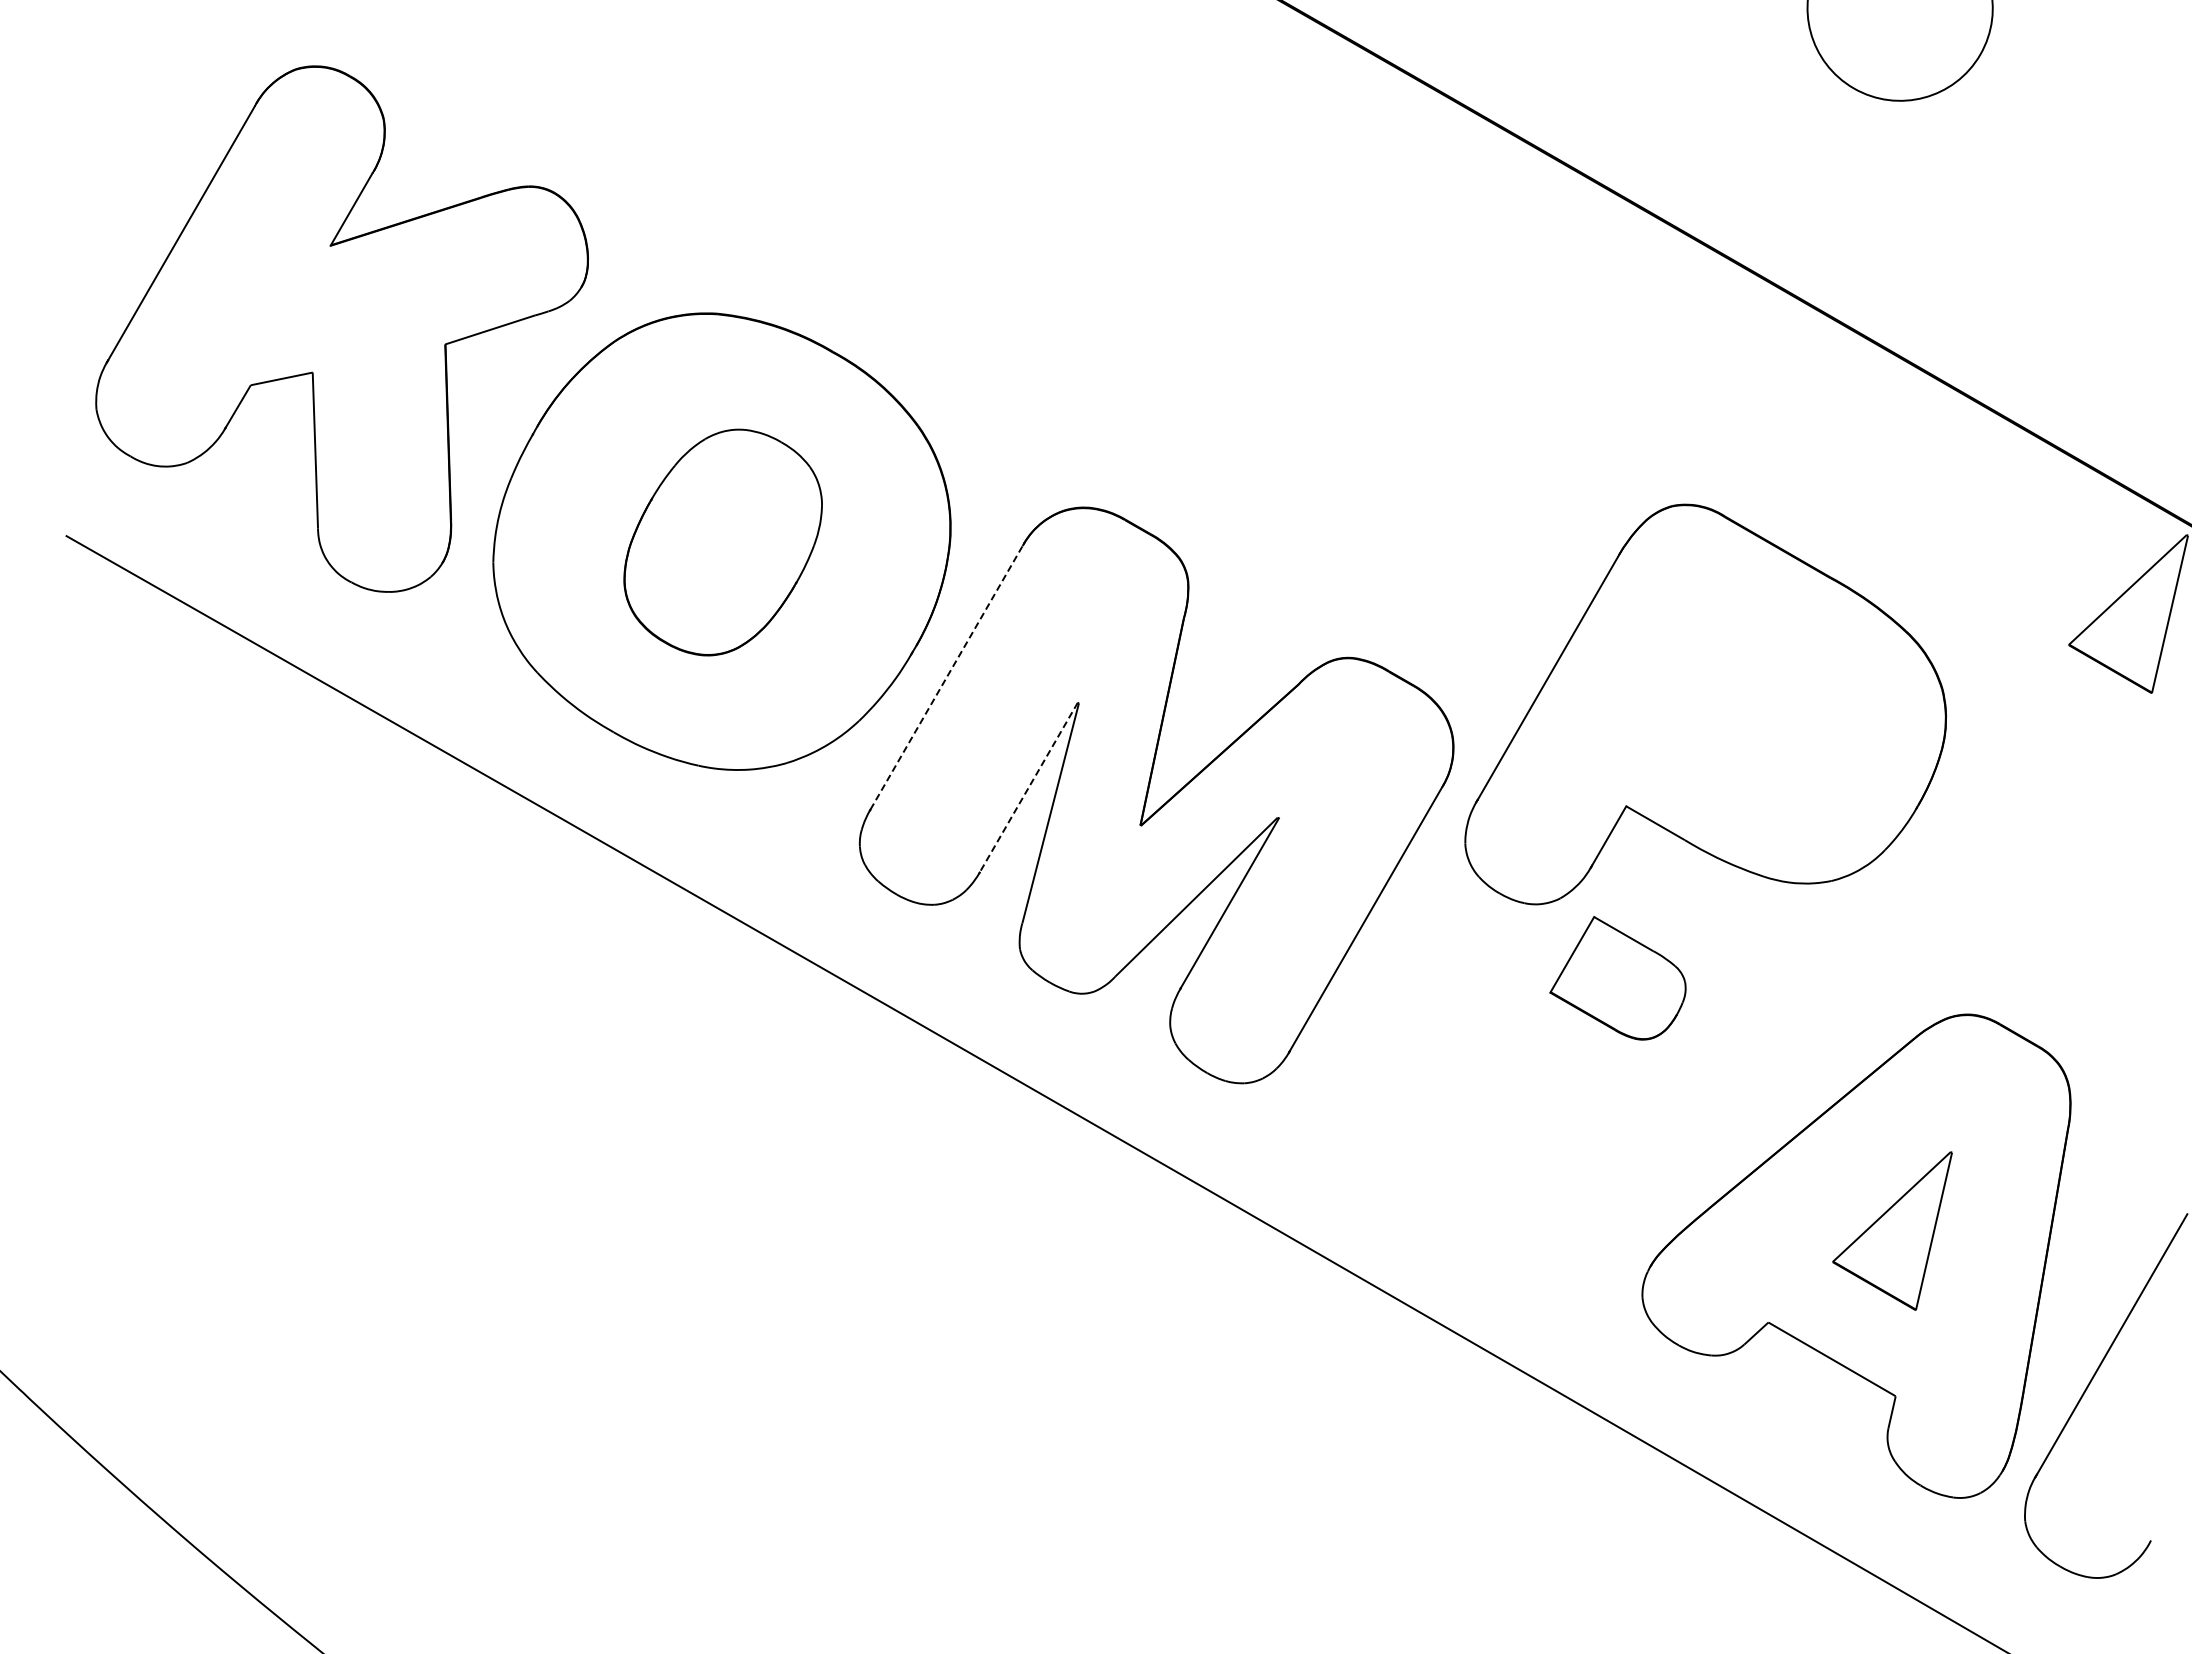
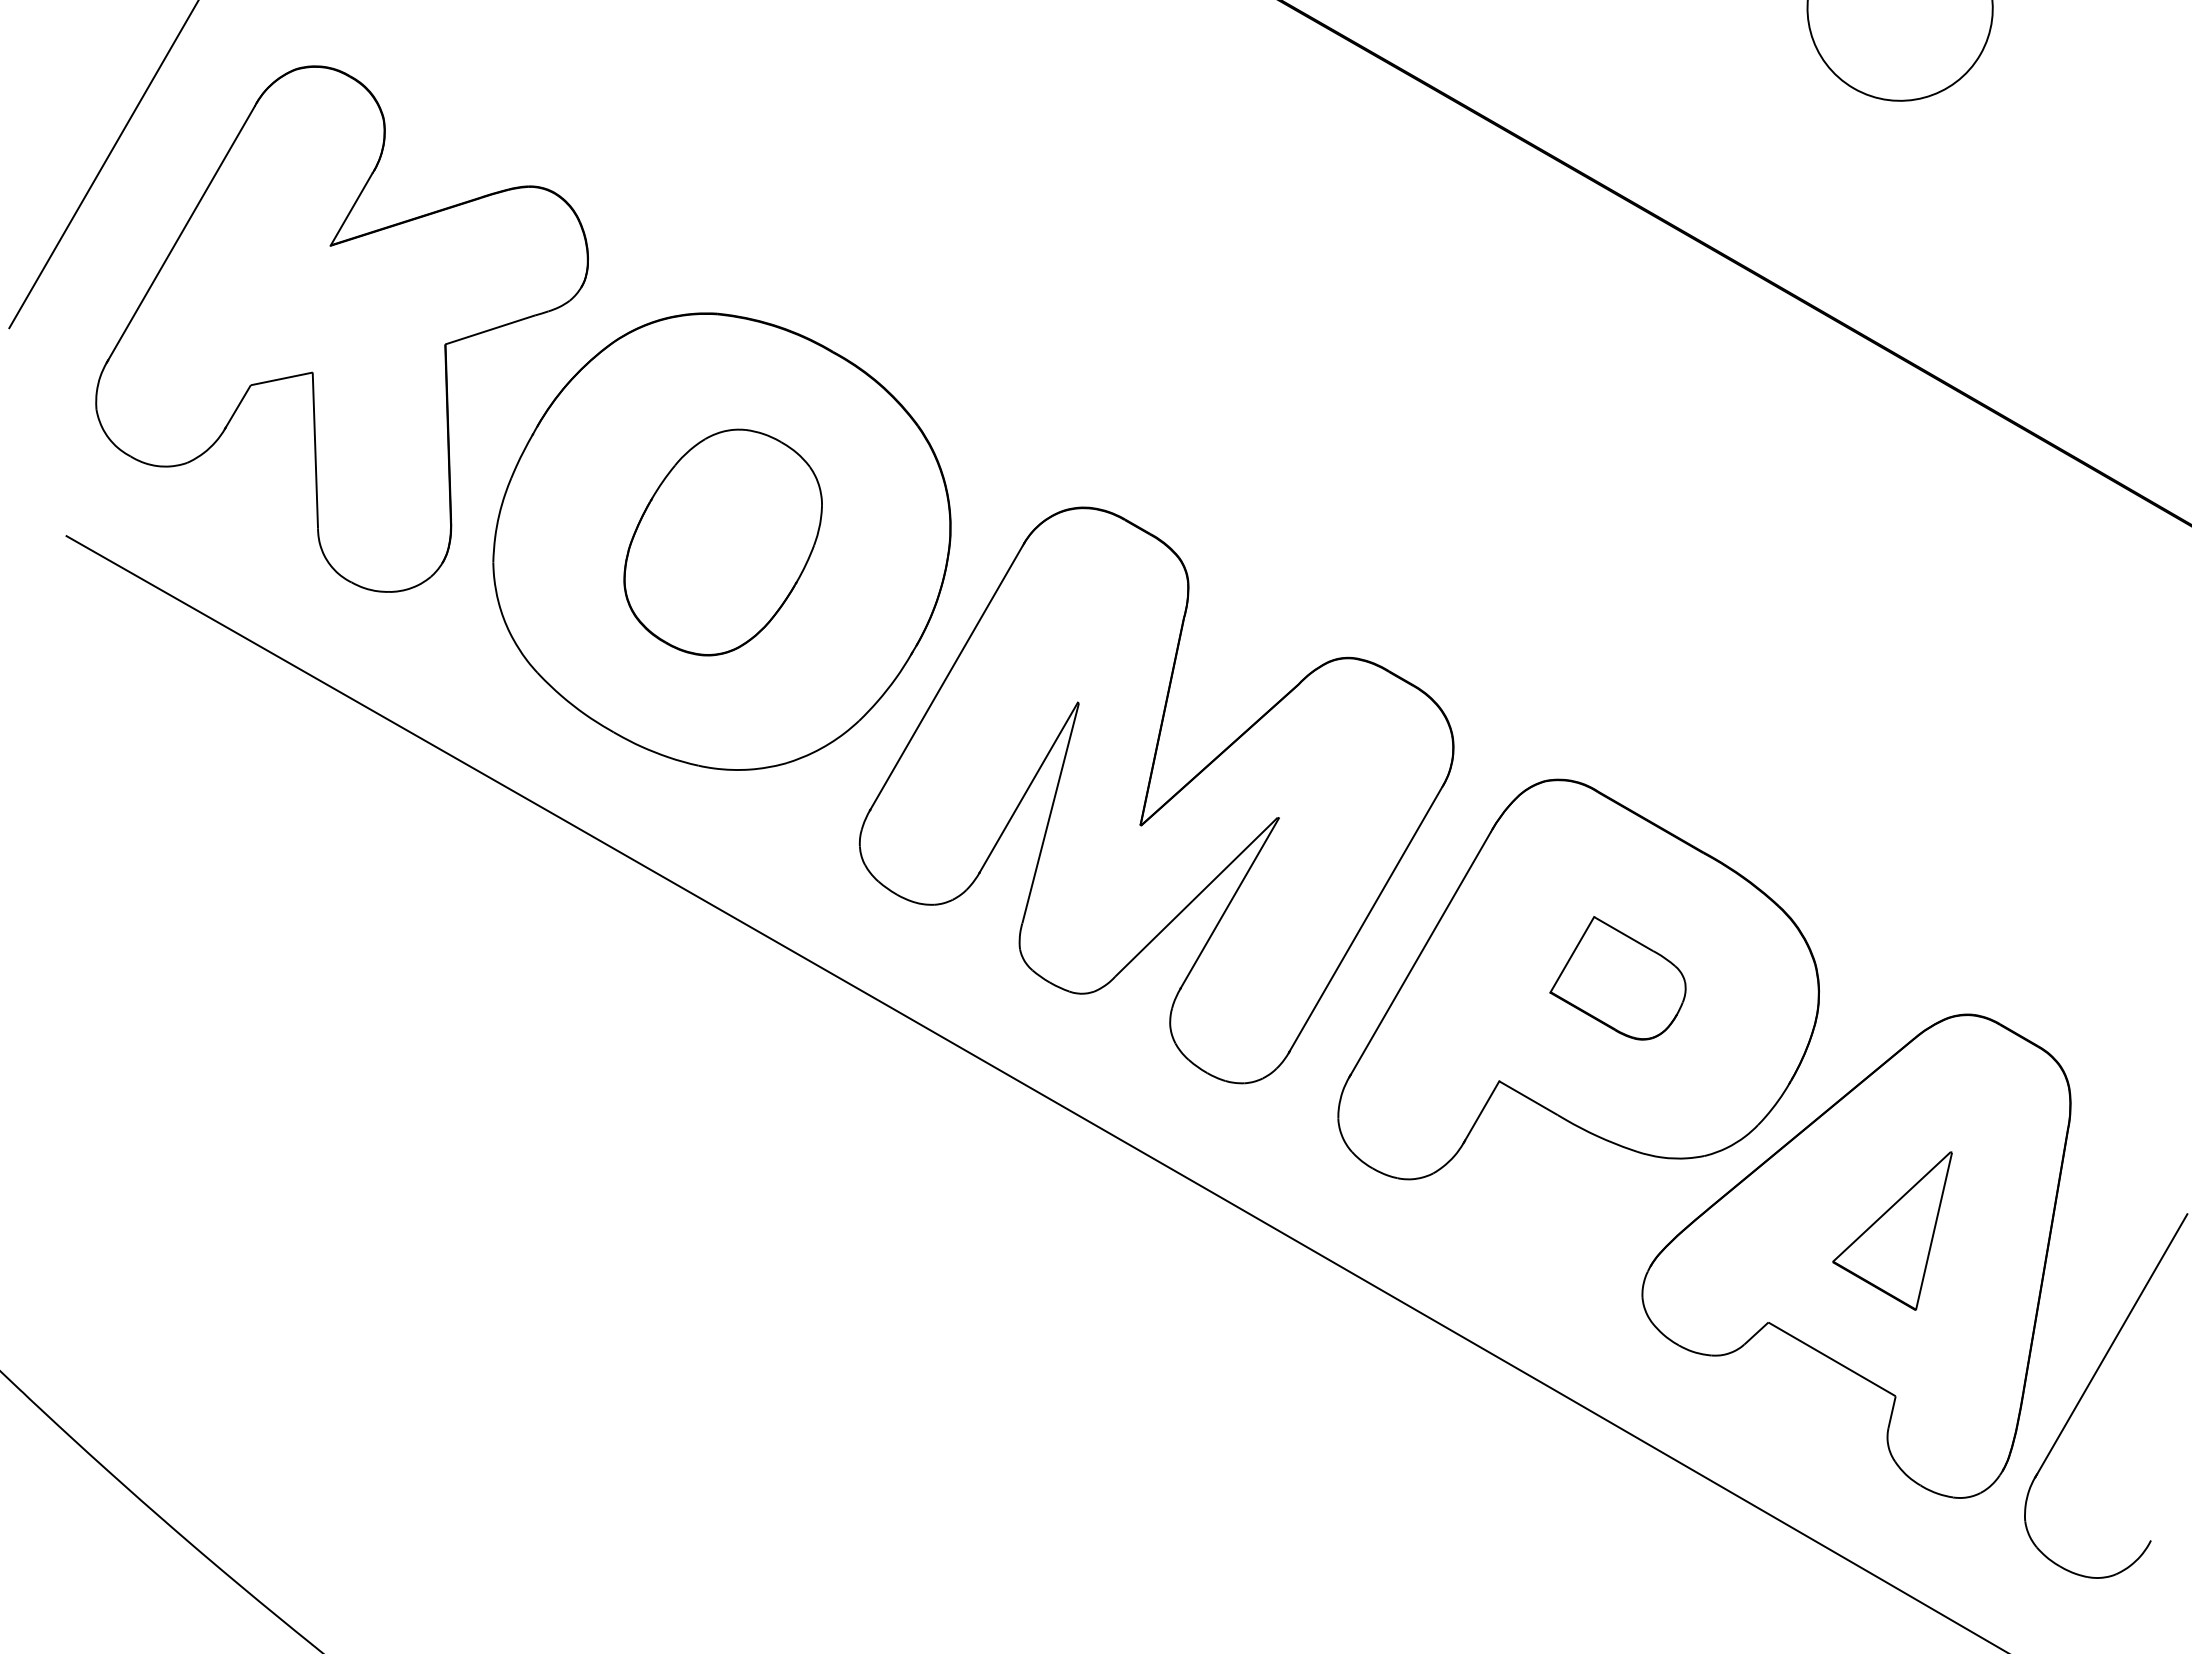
line at (103, 165): none -> present
part at (2128, 613): present -> none
line at (946, 677): dashed -> solid
part at (1705, 704) position: (1705, 704) -> (1578, 979)
line at (1028, 787): dashed -> solid
